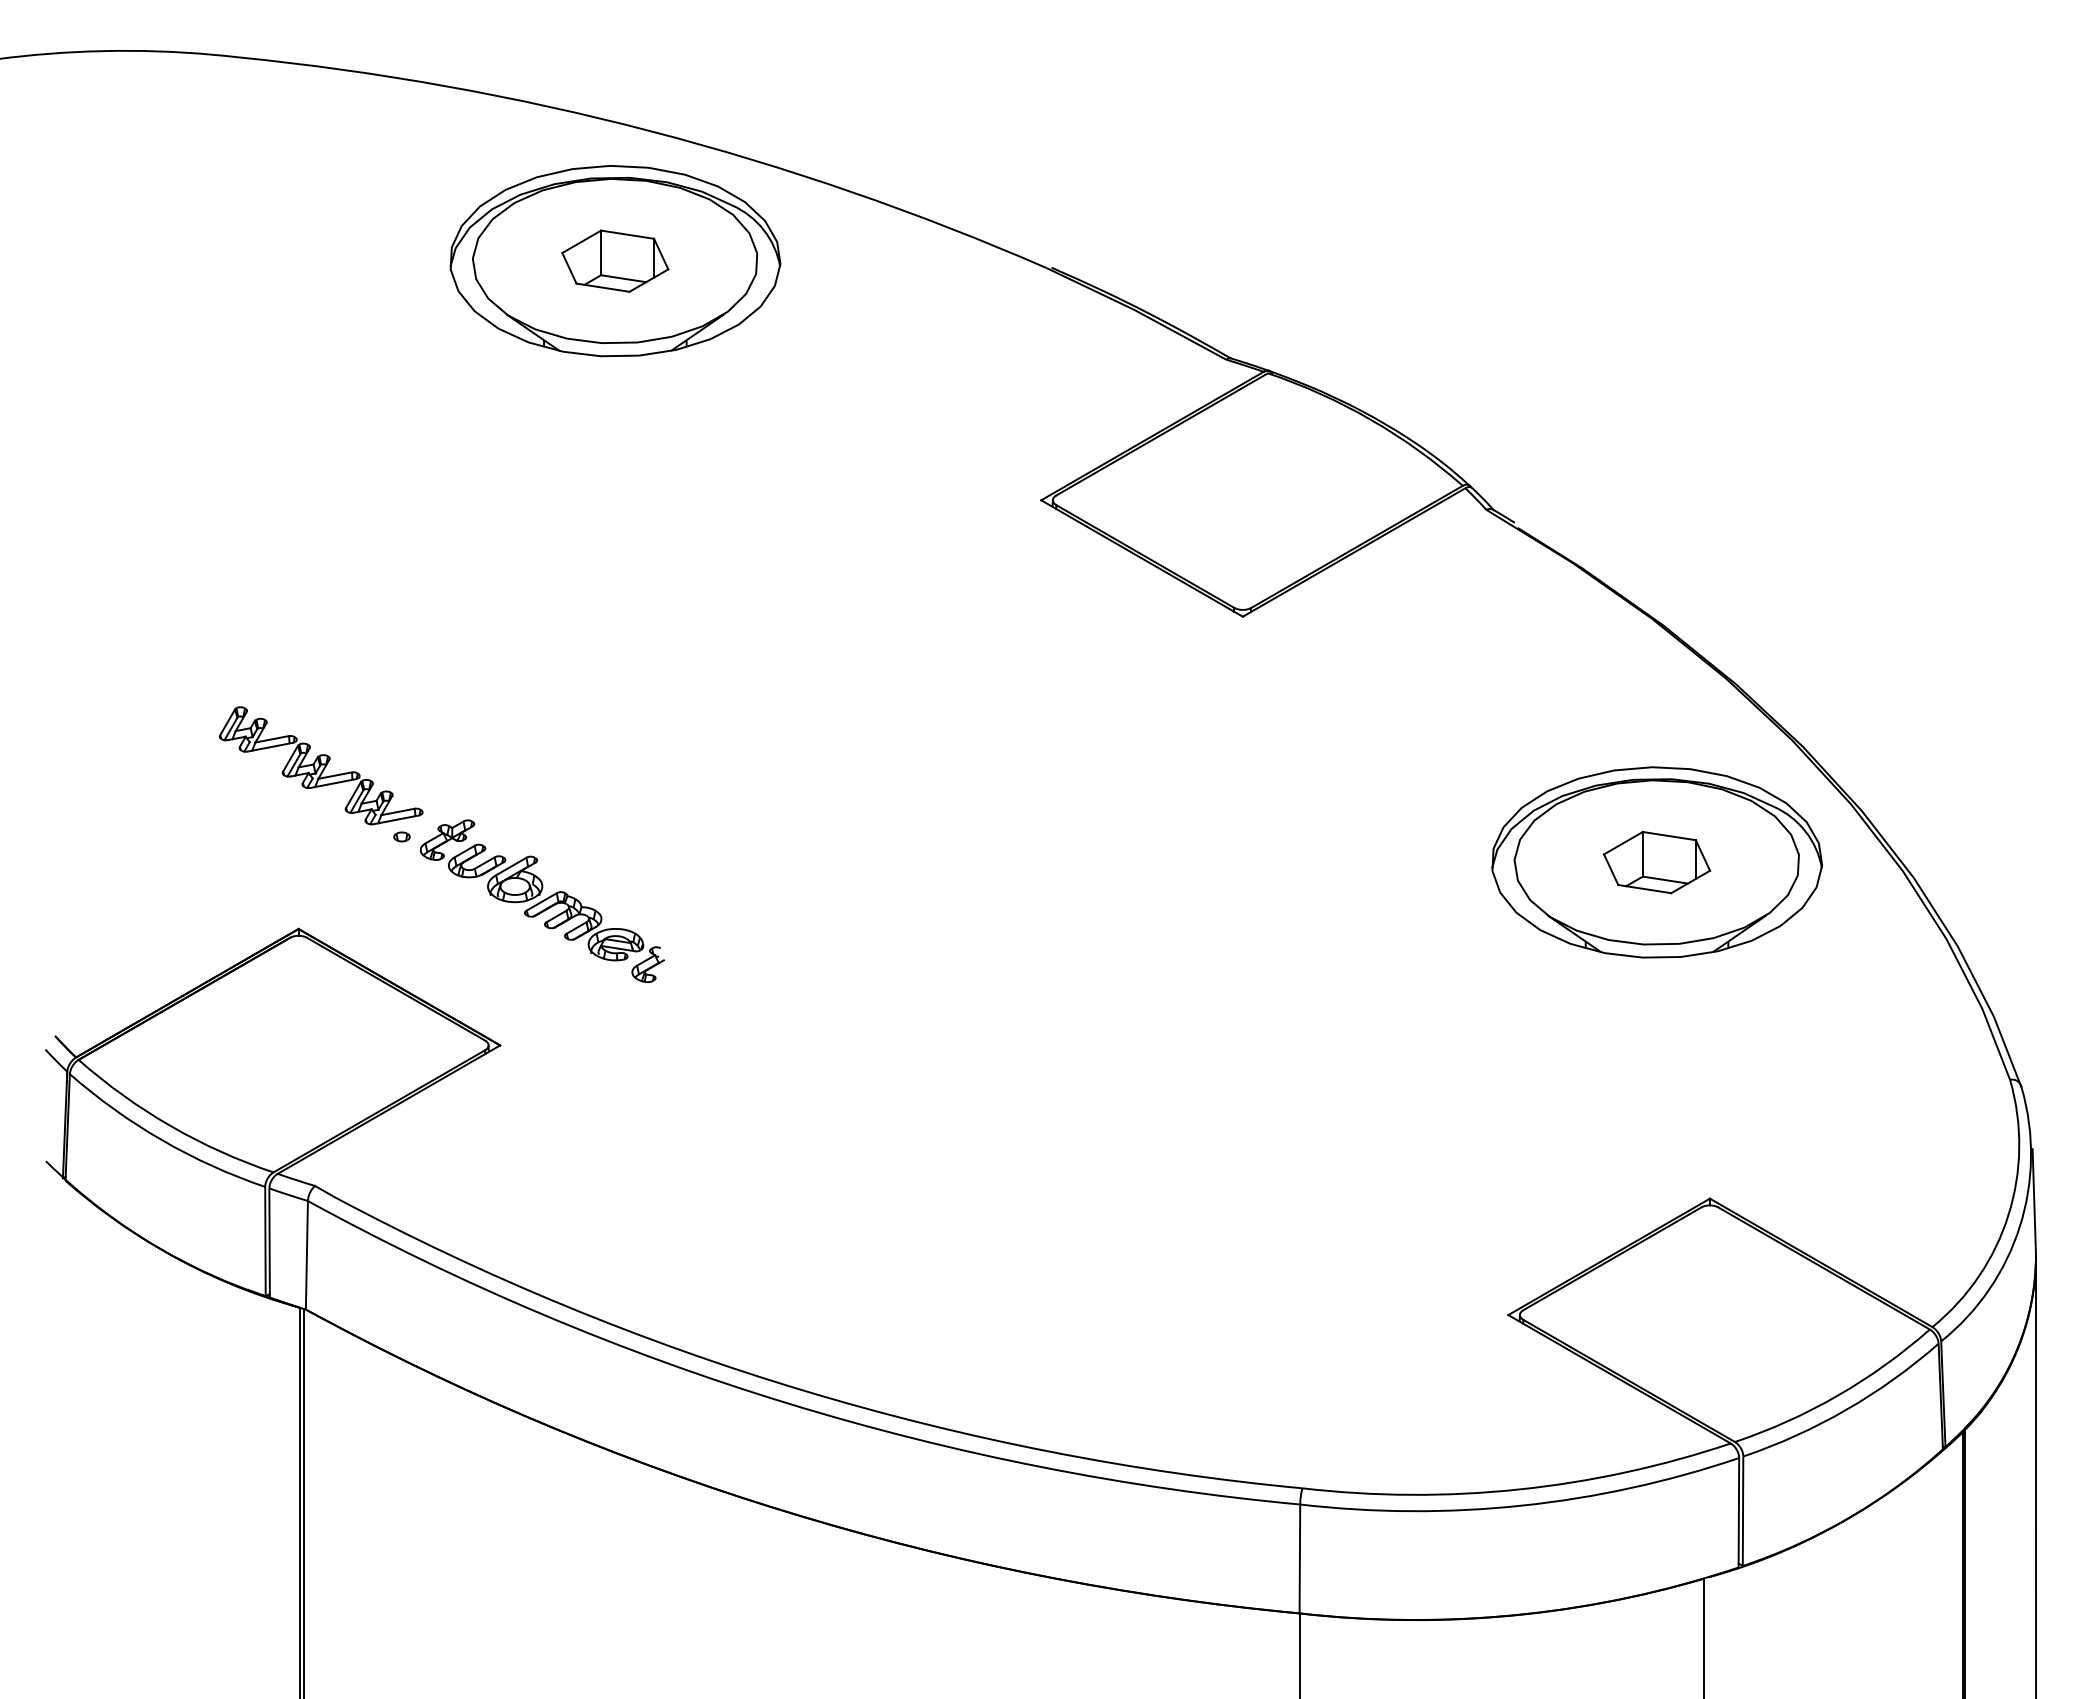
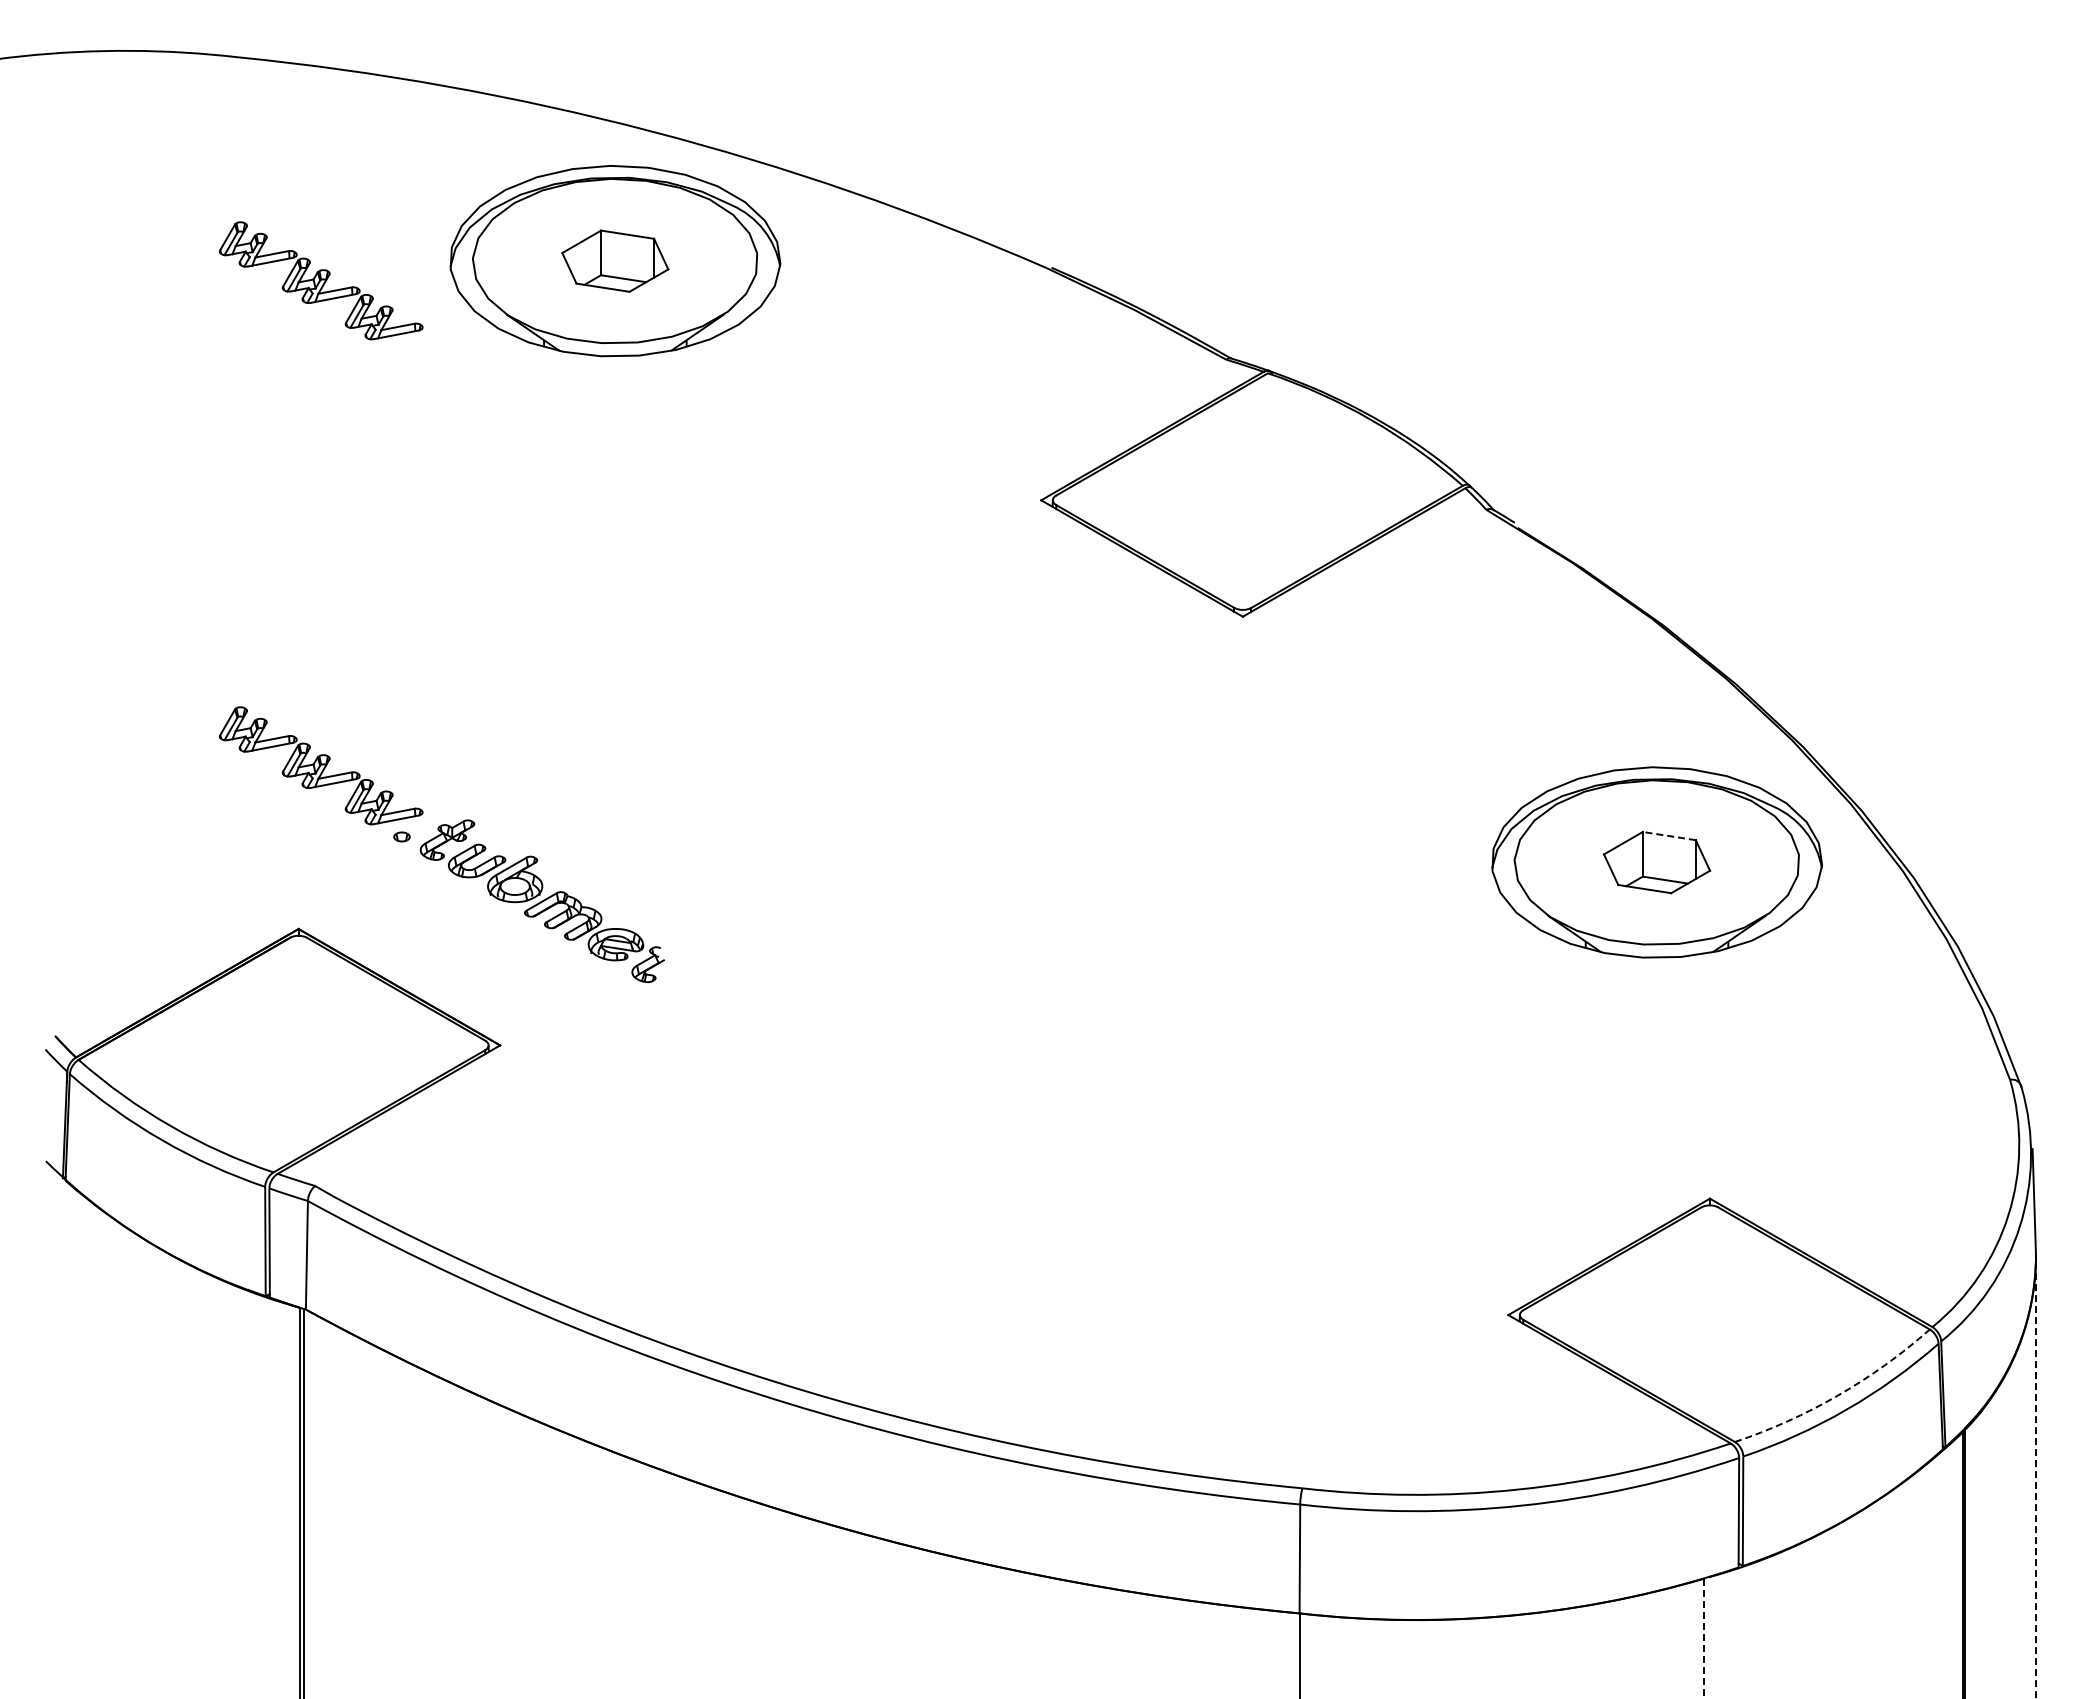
part at (321, 280): none -> present
line at (1669, 836): solid -> dashed
arc at (1838, 1395): solid -> dashed
line at (2036, 1476): solid -> dashed
line at (1704, 1638): solid -> dashed
